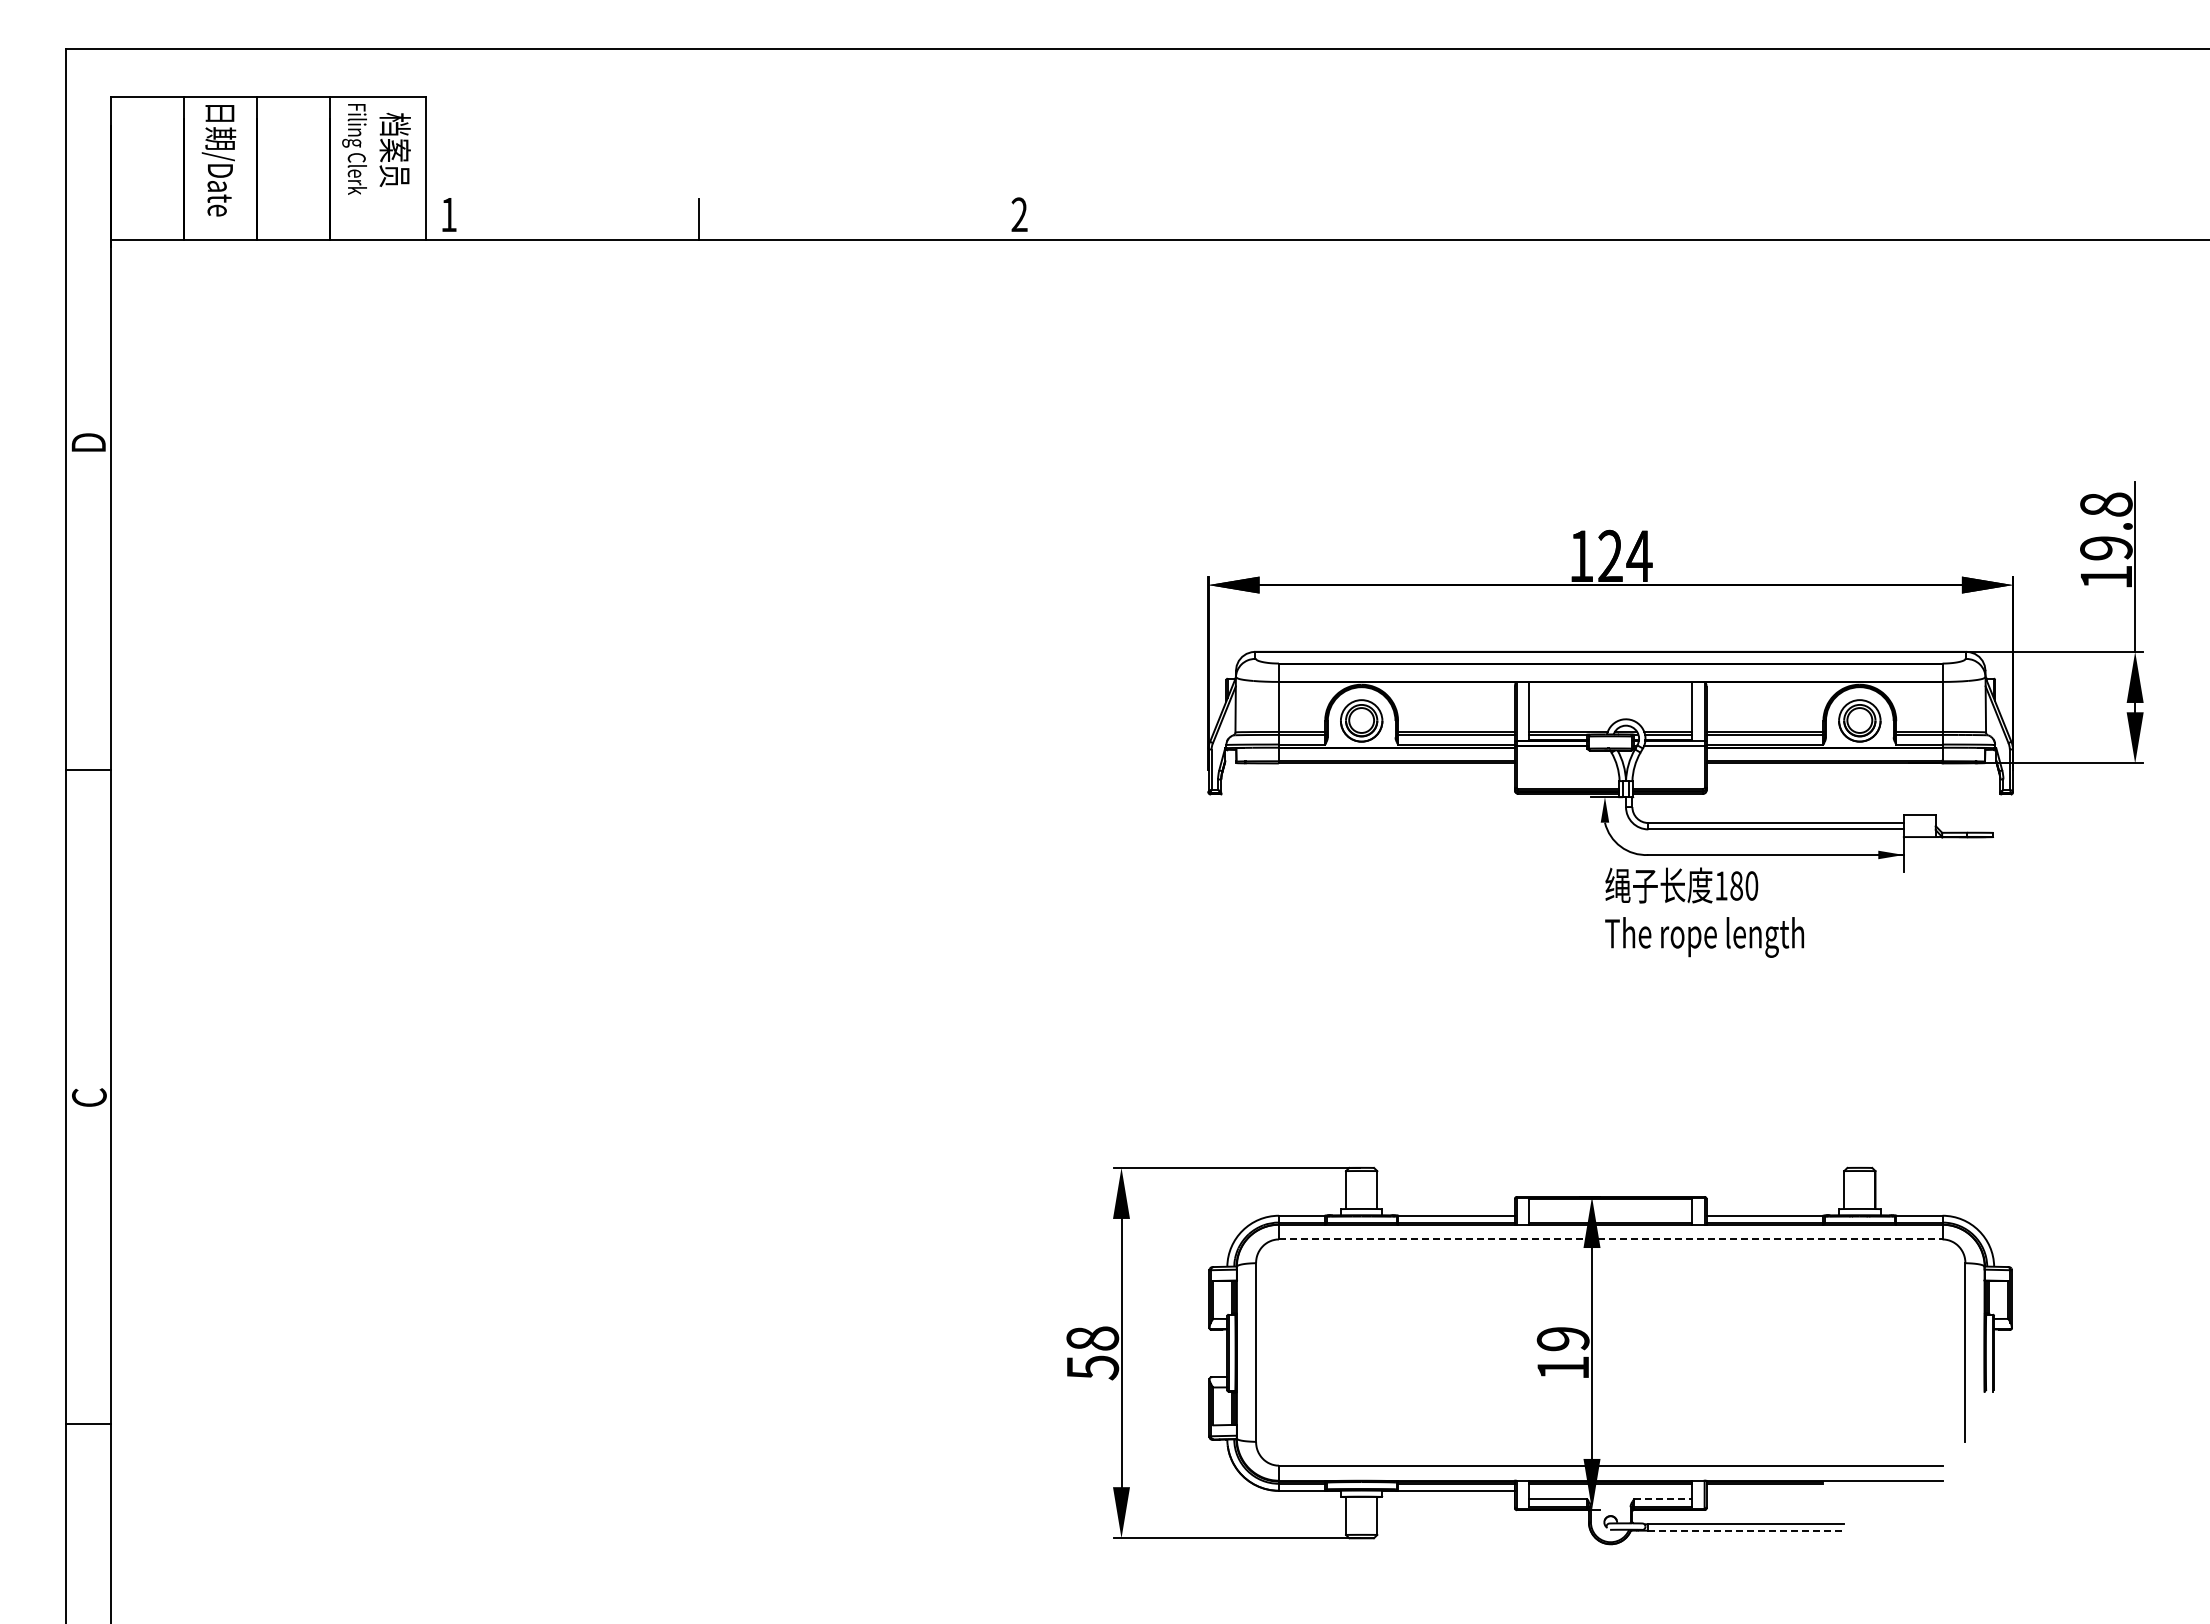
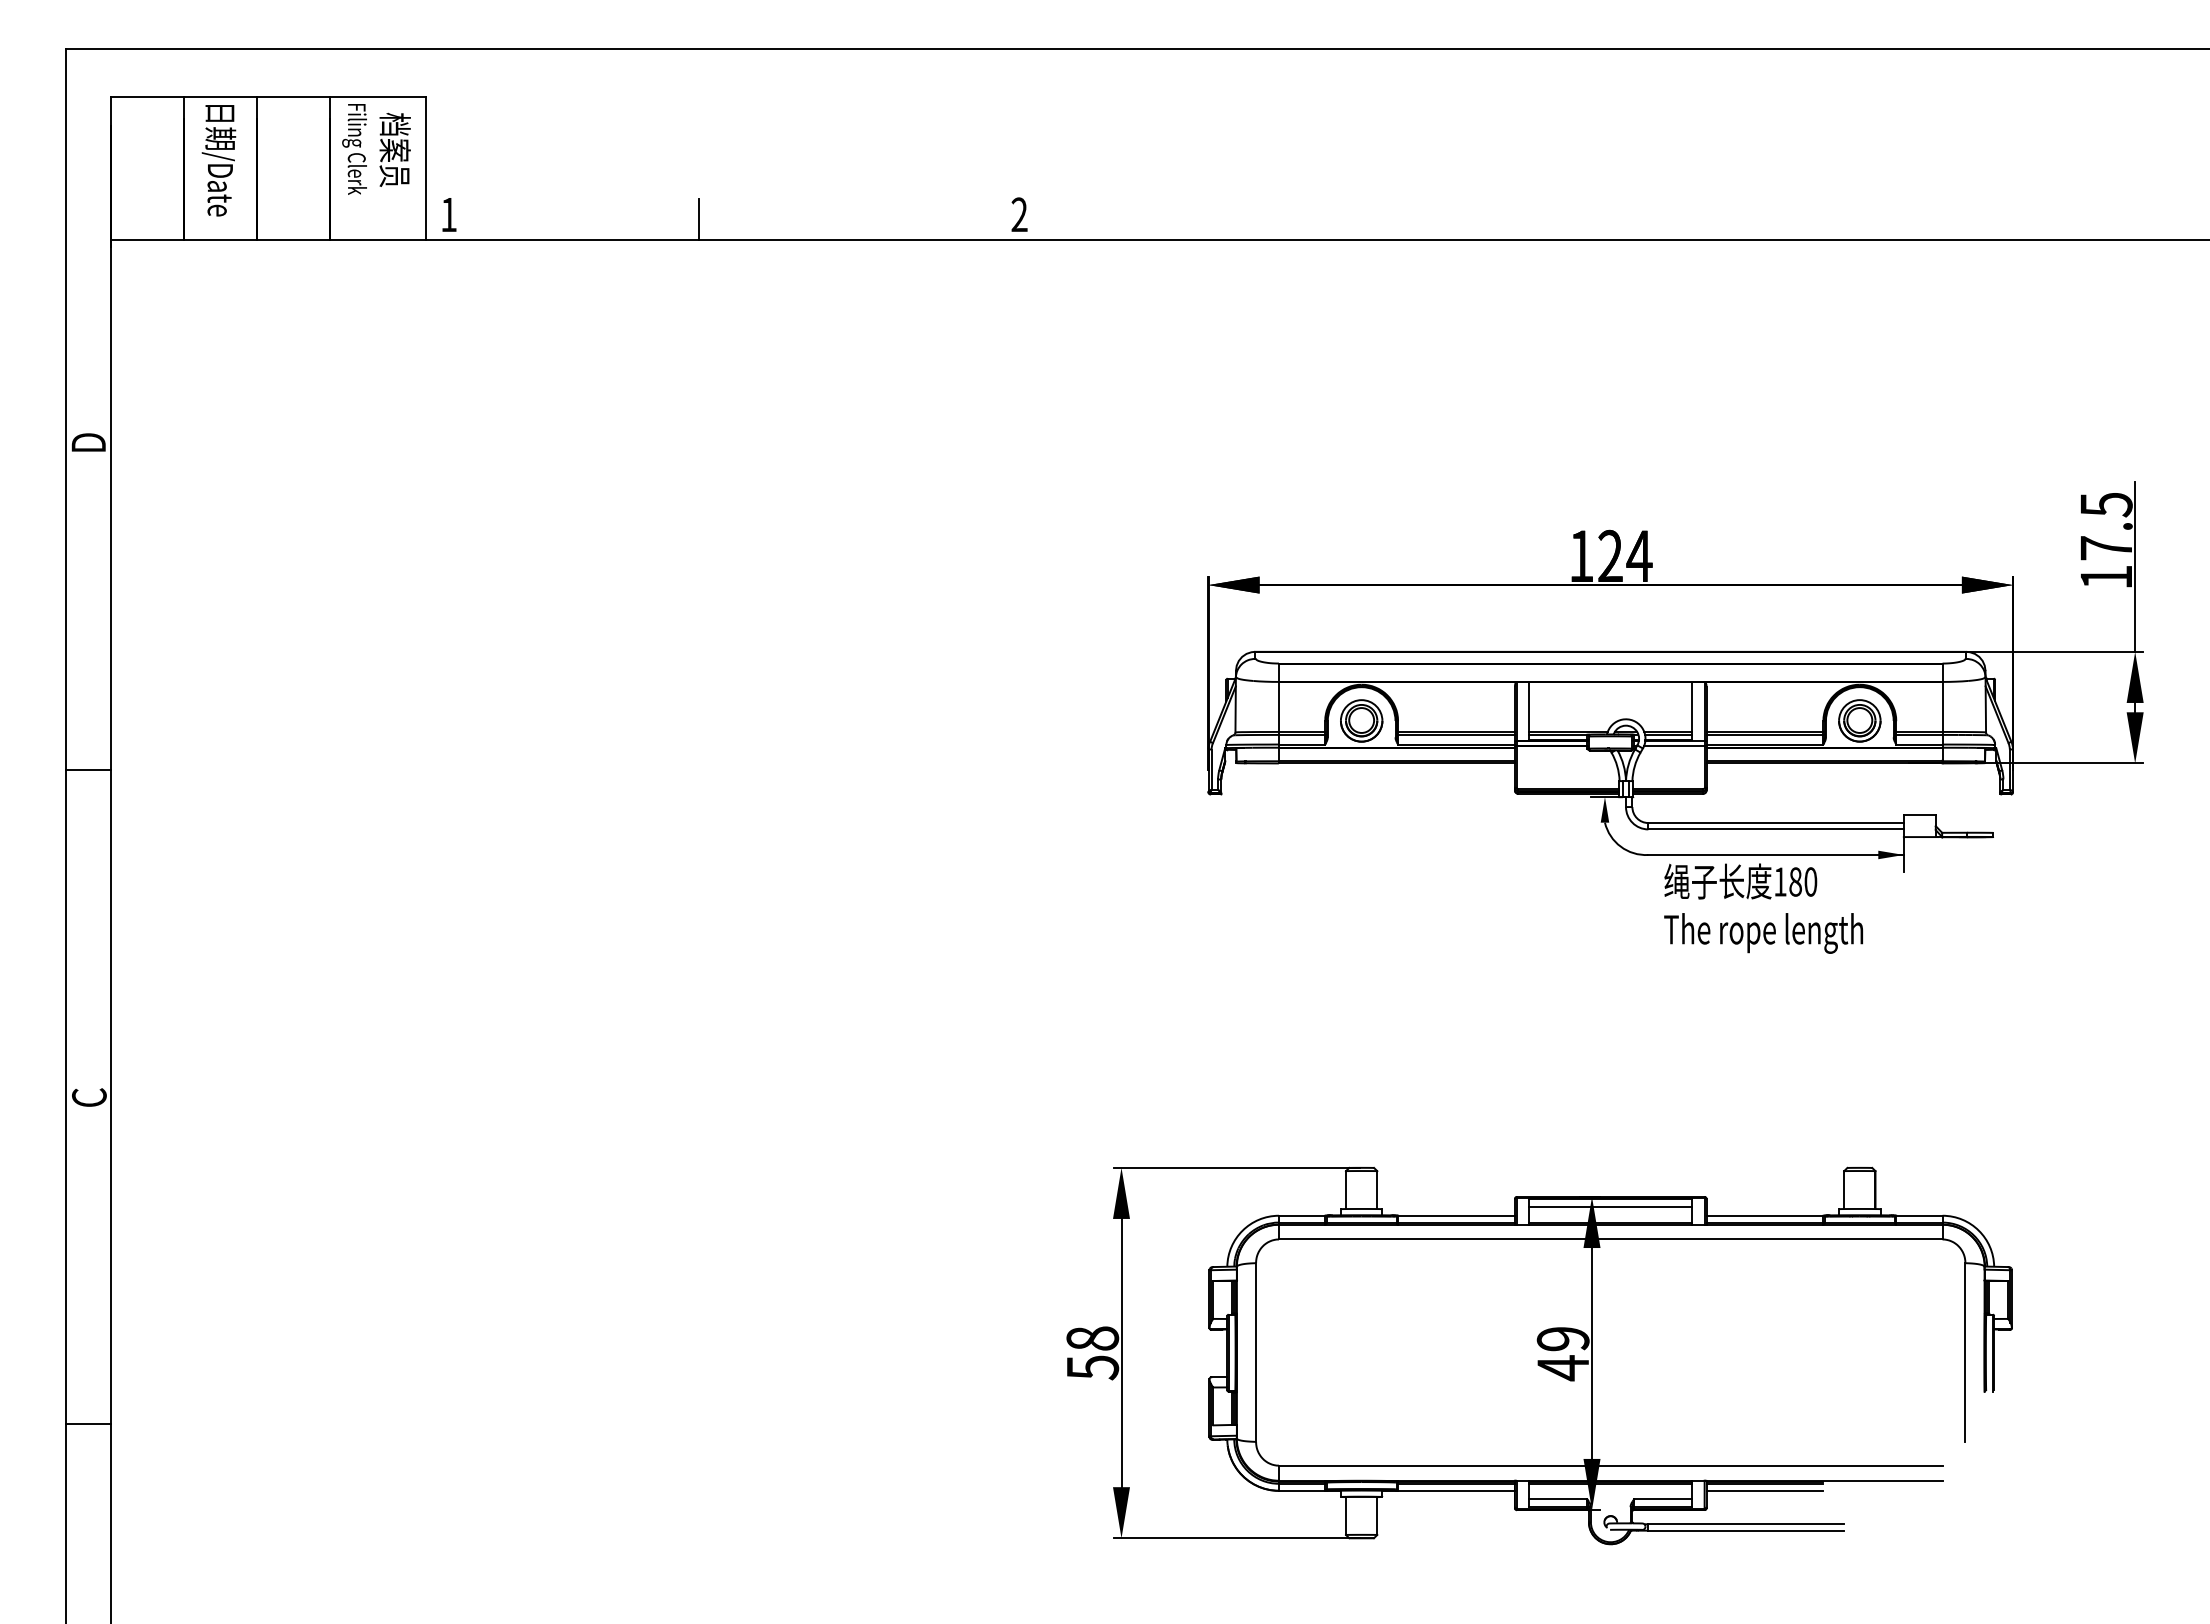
text at (2106, 526): 19.8 -> 17.5
text at (1704, 912) position: (1704, 912) -> (1763, 908)
line at (1610, 1207): none -> present
line at (1610, 1239): dashed -> solid
text at (1562, 1368): 19 -> 49
line at (1764, 1490): none -> present
line at (1663, 1499): dashed -> solid
line at (1746, 1530): dashed -> solid
